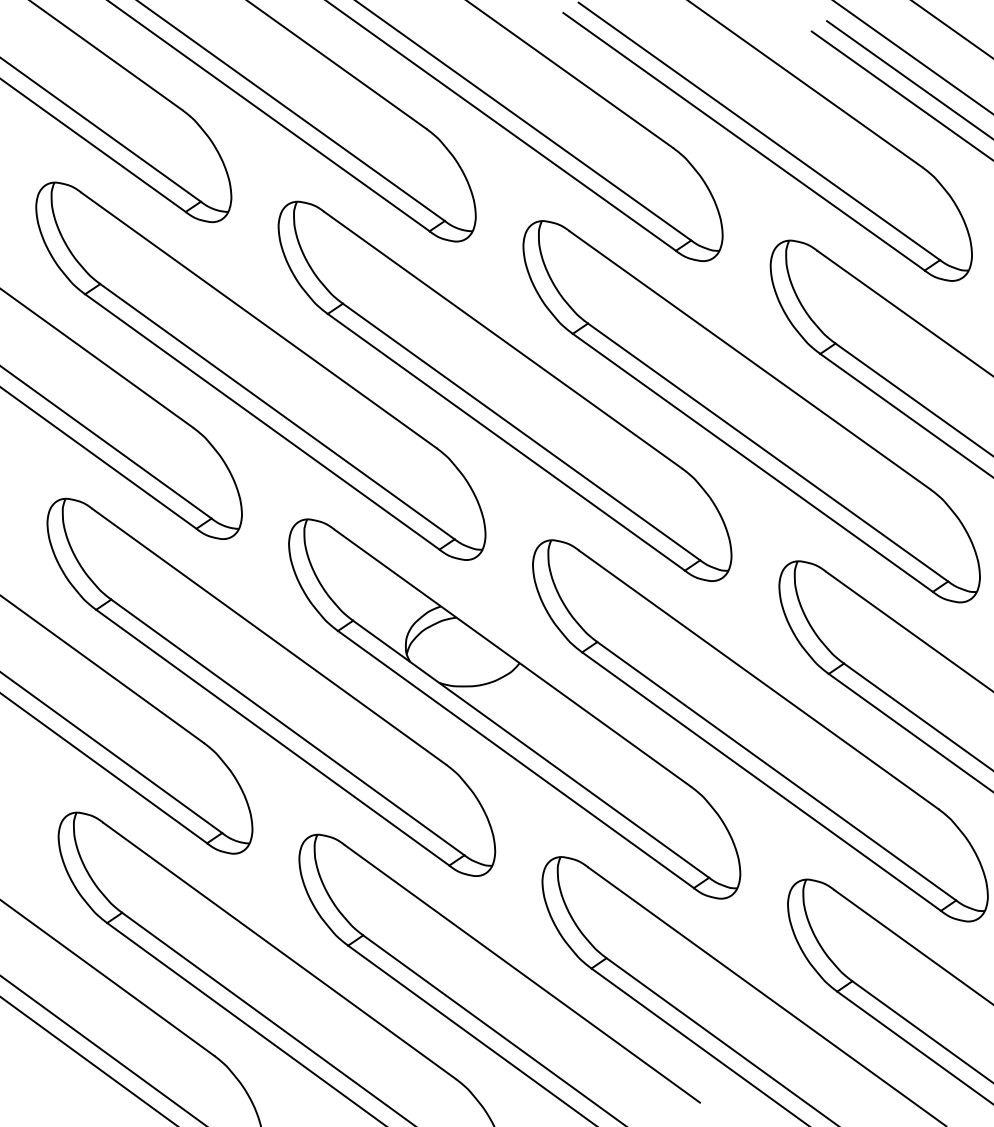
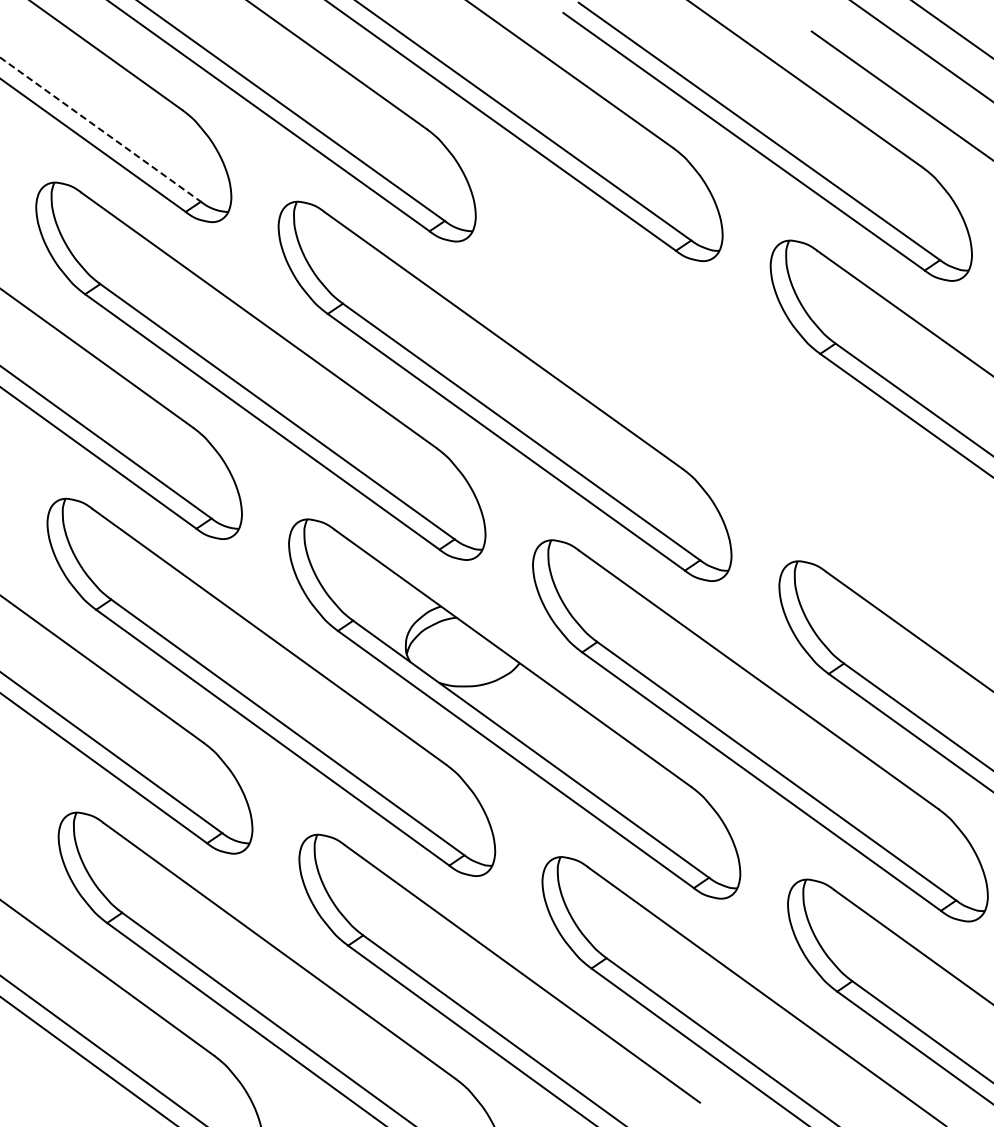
line at (912, 57) position: (912, 57) -> (921, 51)
line at (908, 79): present -> none
line at (101, 130): solid -> dashed
part at (751, 411): present -> none
